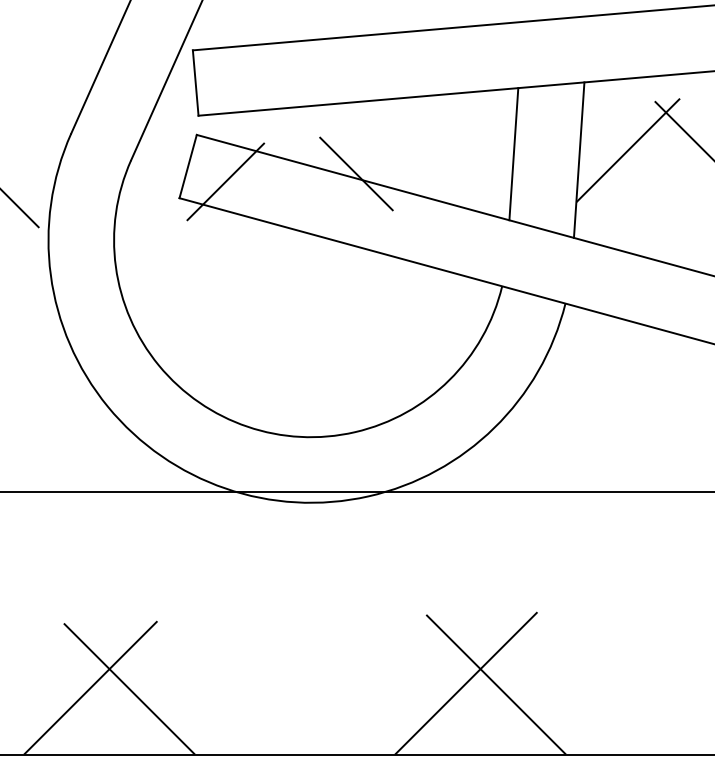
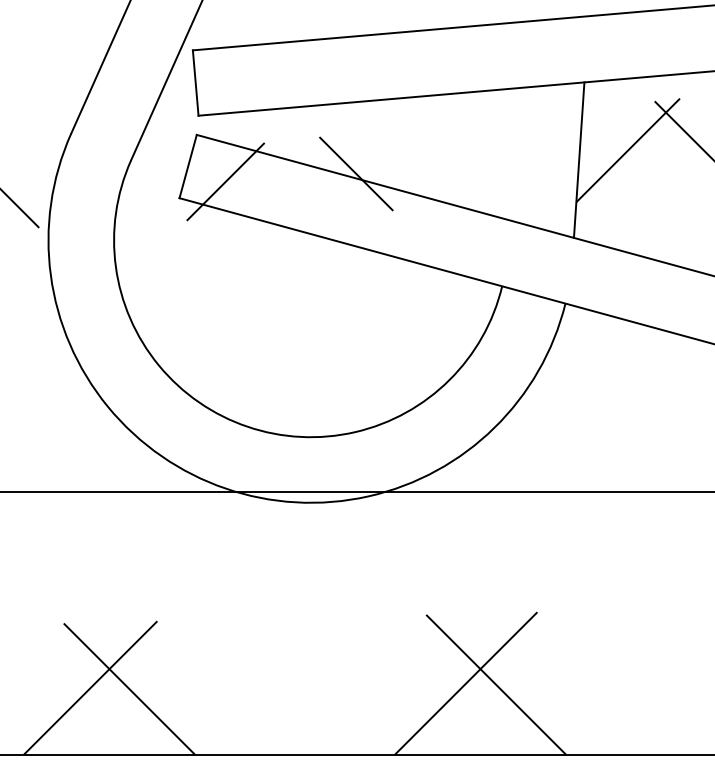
line at (513, 154): present -> none
